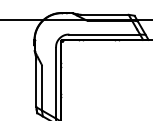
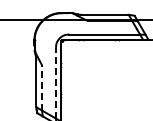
line at (56, 82): solid -> dashed
line at (42, 87): solid -> dashed
